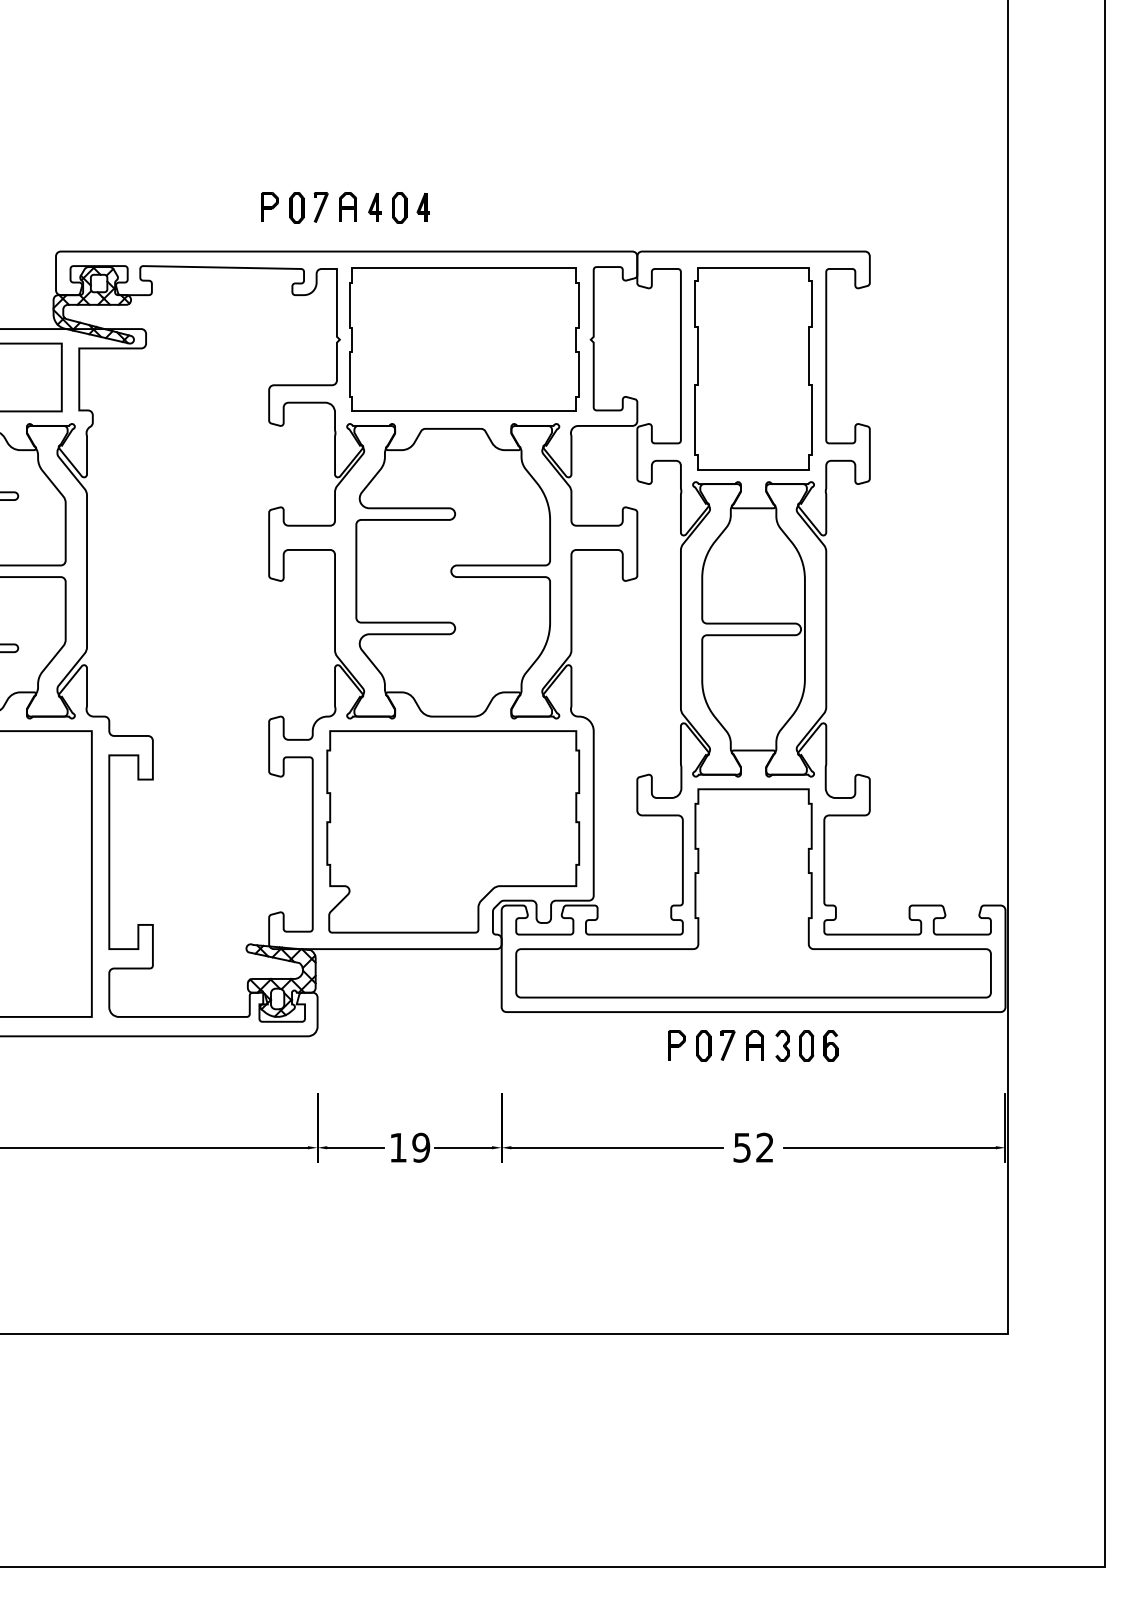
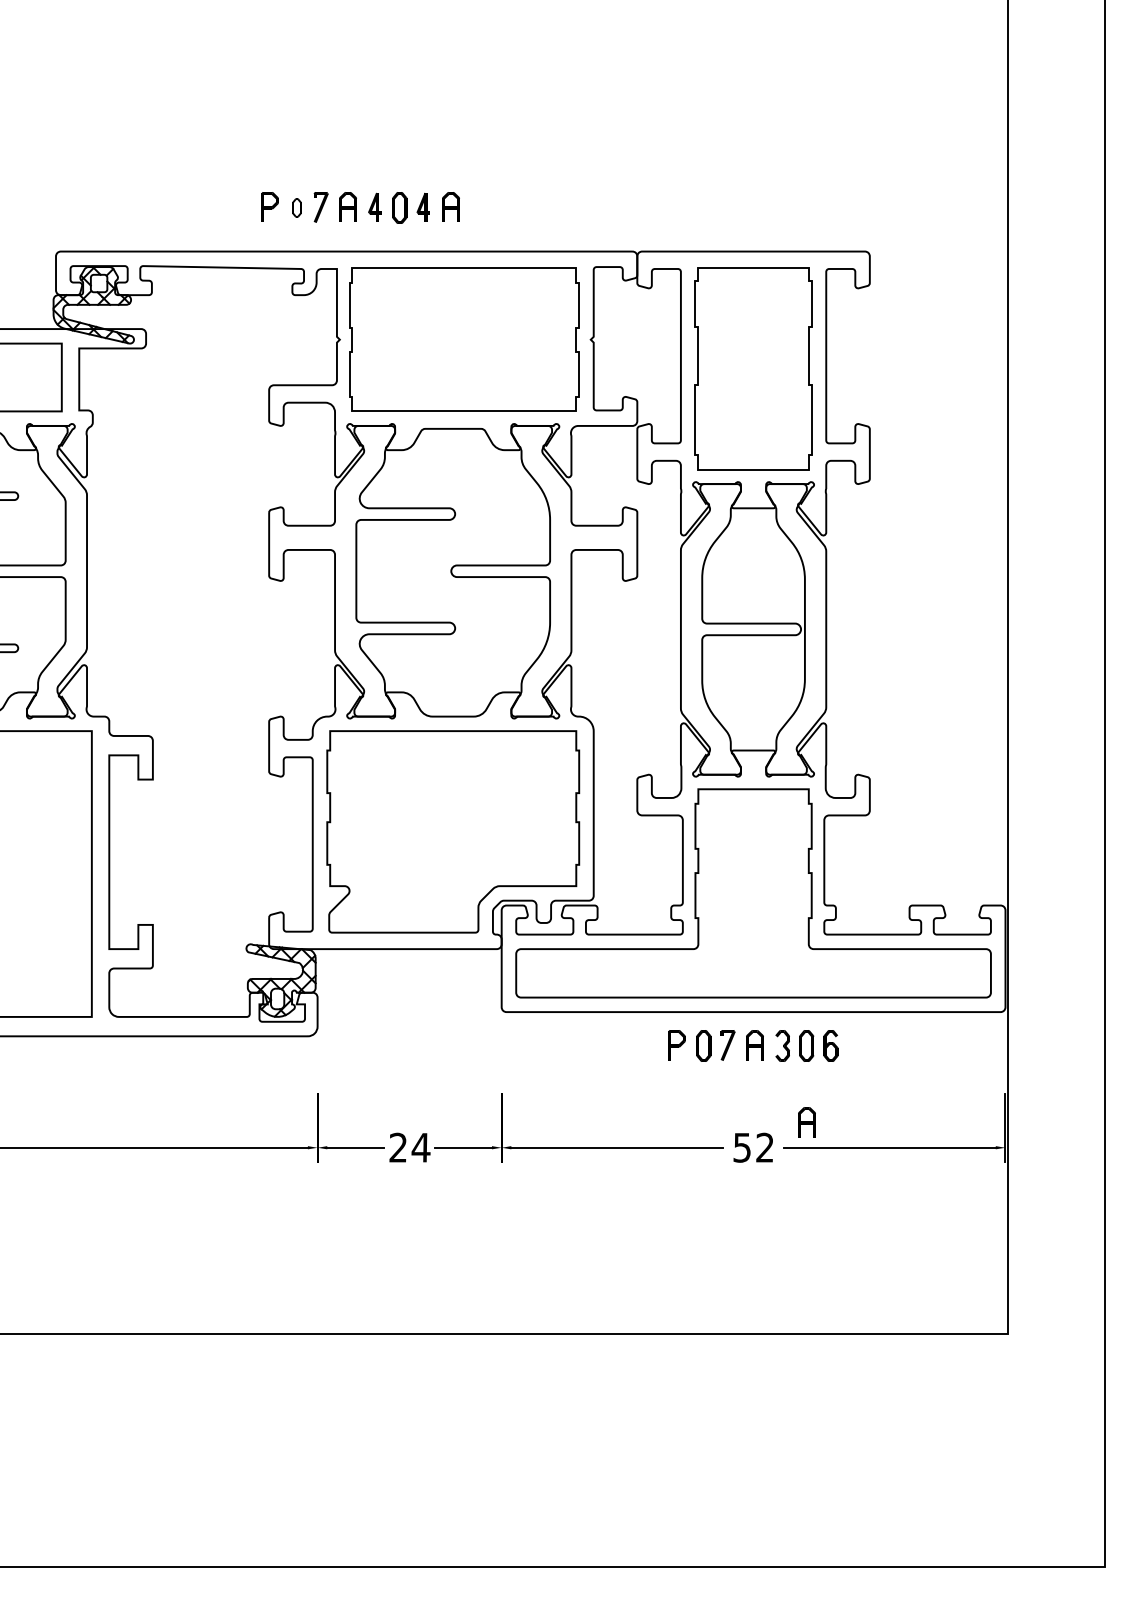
part at (450, 206): none -> present
part at (296, 207) size: 16x32 px -> 10x20 px
part at (806, 1122): none -> present
text at (409, 1147): 19 -> 24
